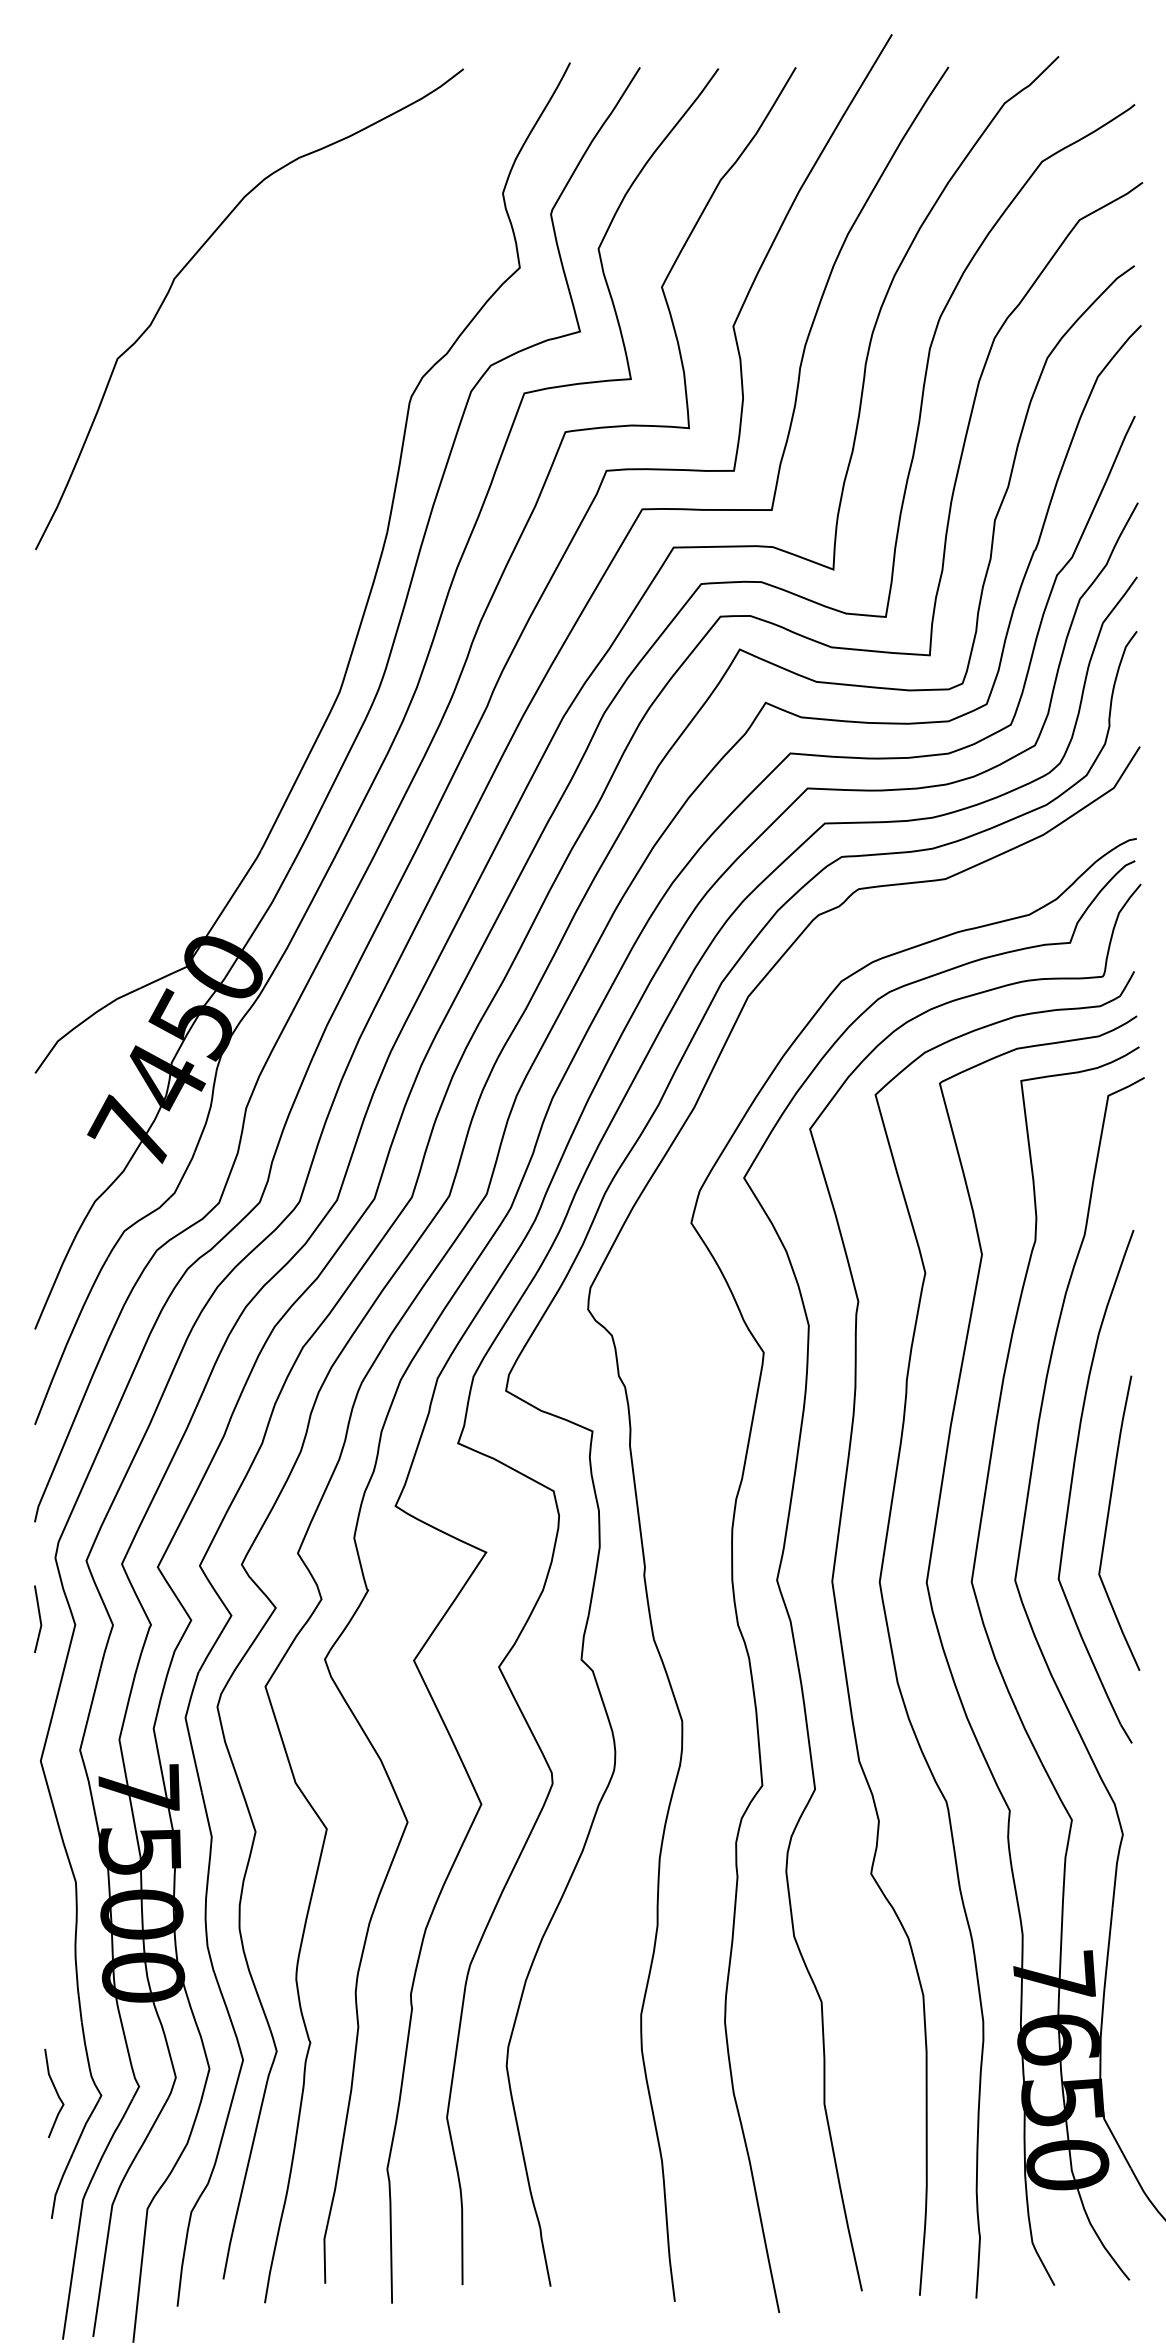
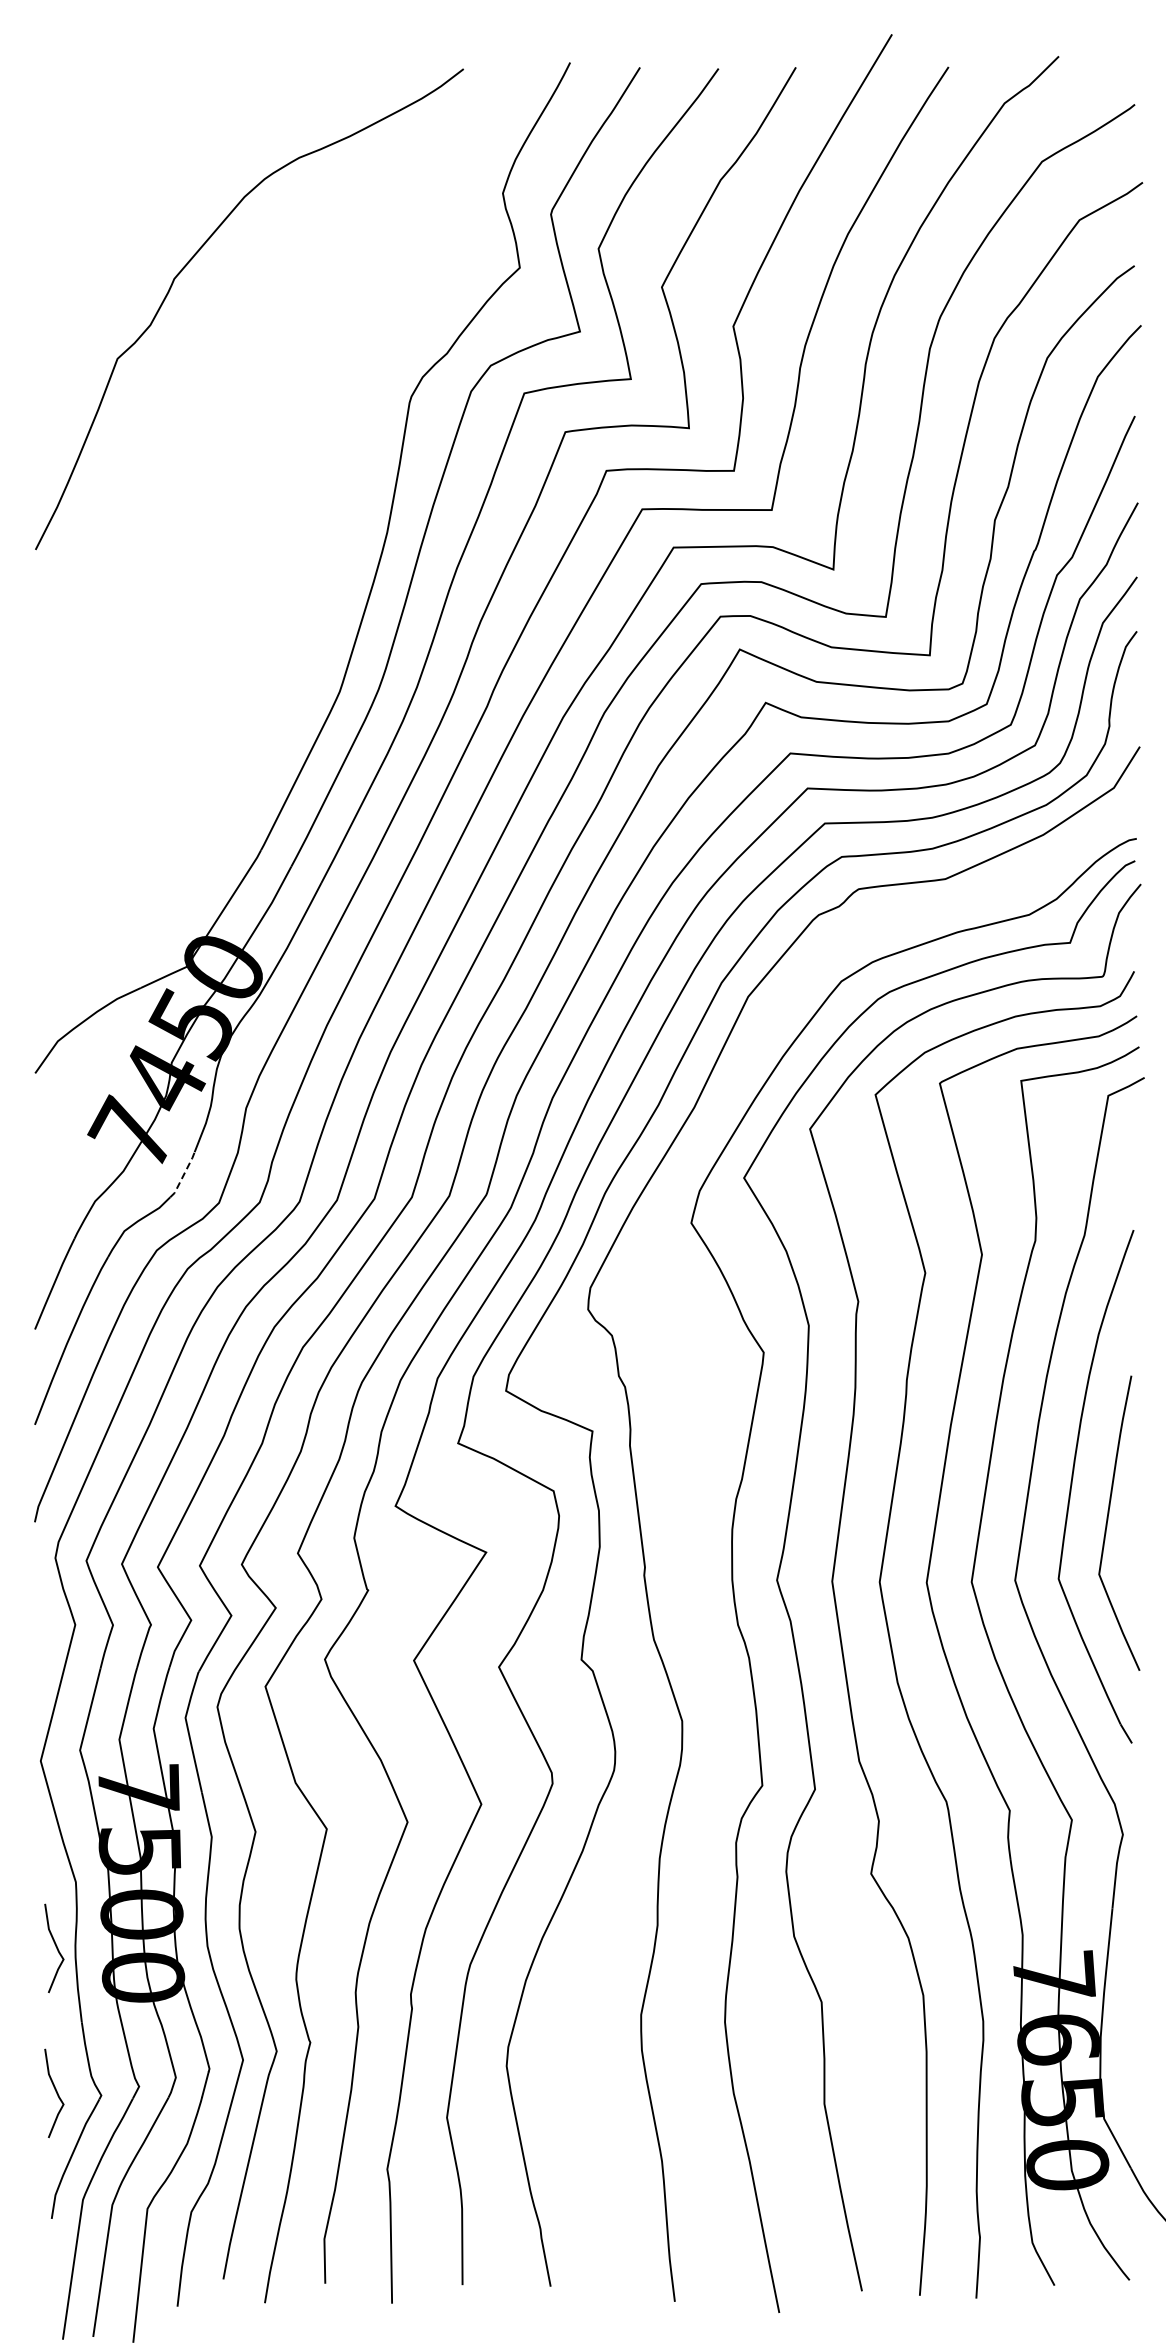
line at (183, 1175): solid -> dashed
line at (39, 1619): present -> none
curve at (56, 1948): none -> present
